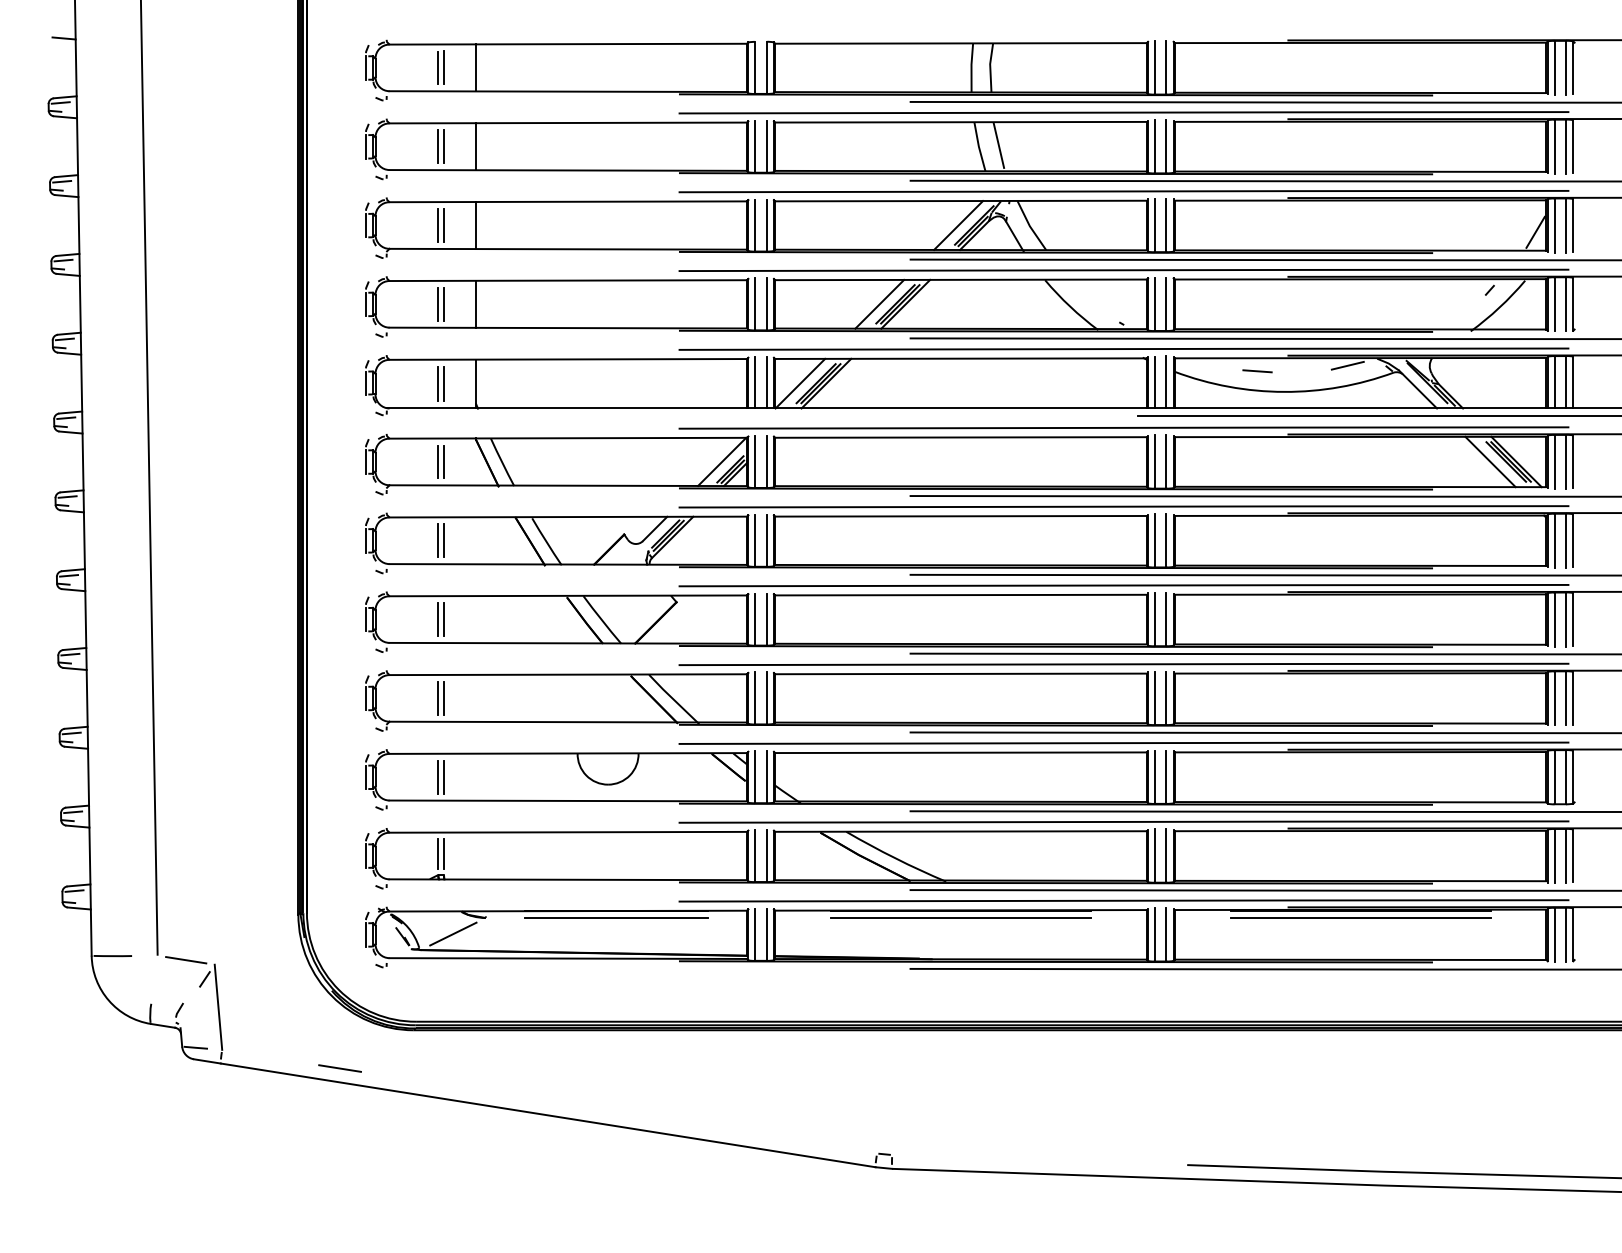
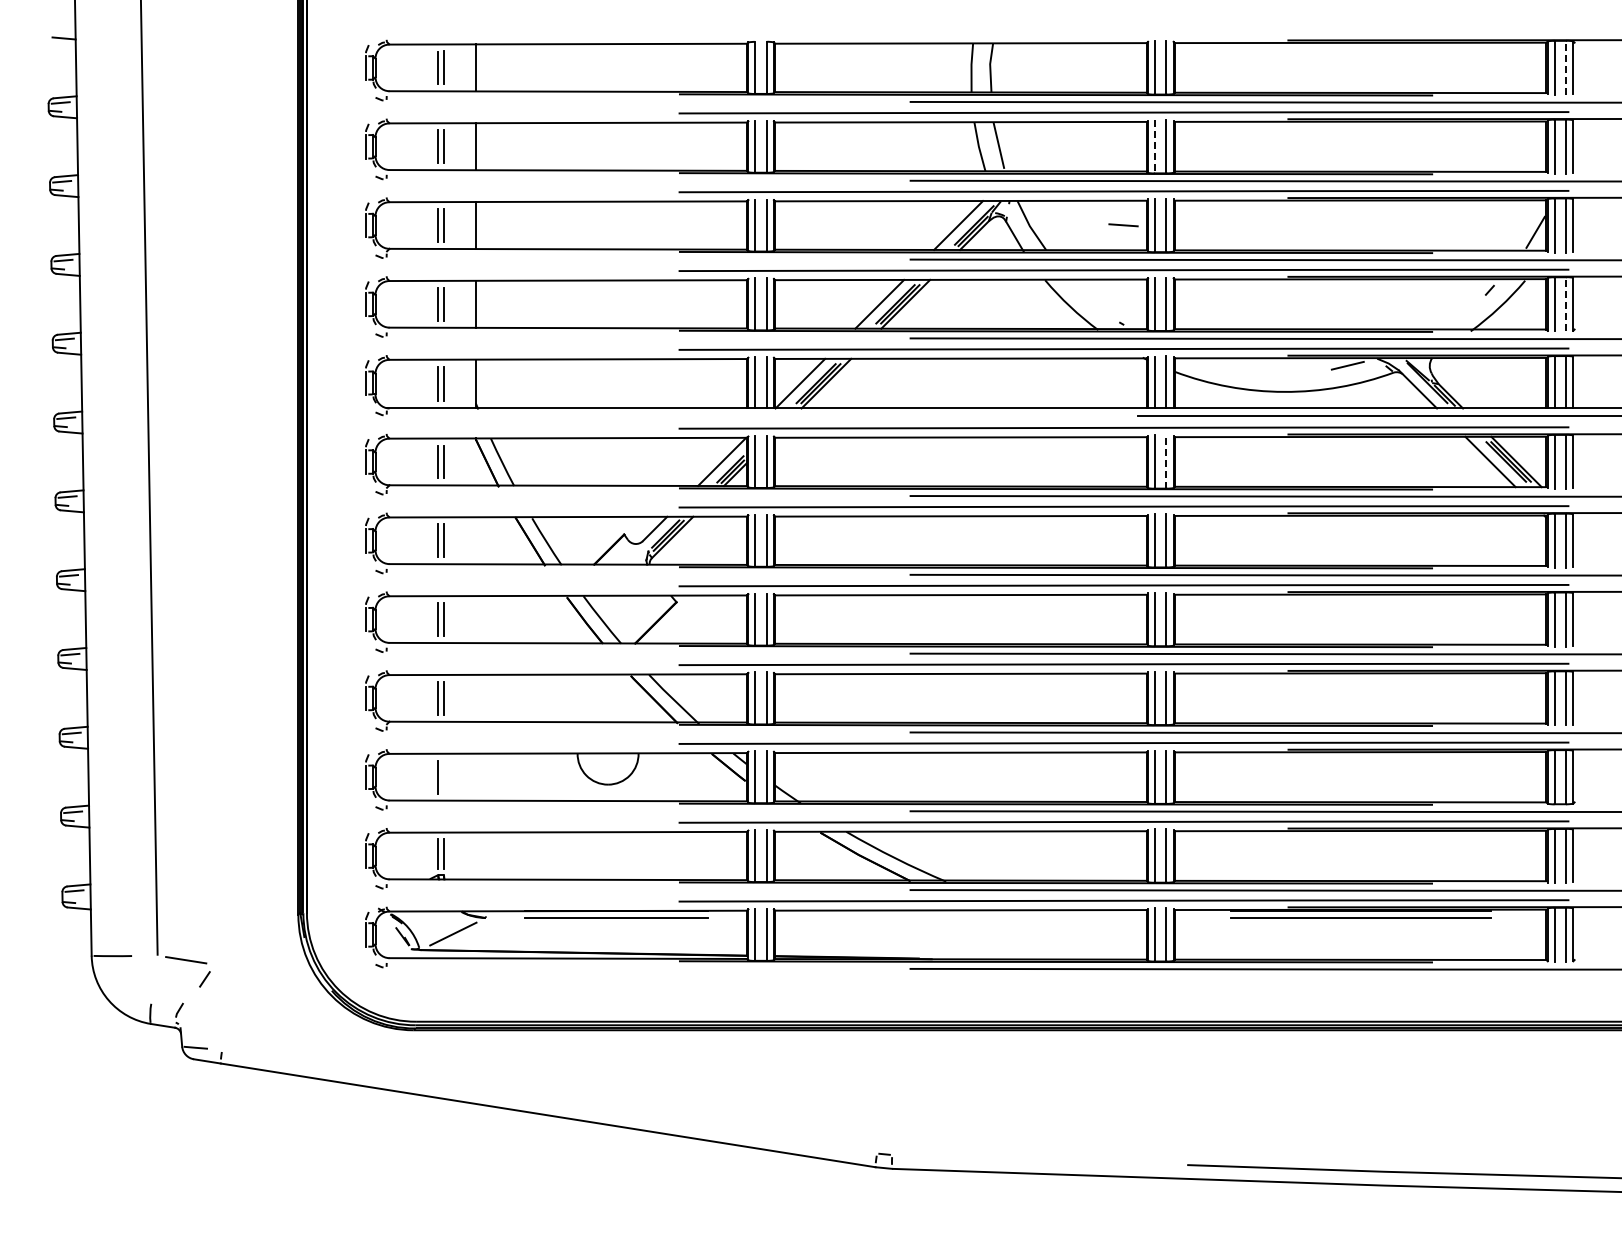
line at (1566, 67): solid -> dashed
line at (1154, 146): solid -> dashed
line at (1566, 303): solid -> dashed
line at (1257, 371) position: (1257, 371) -> (1123, 225)
line at (1166, 461): solid -> dashed
line at (443, 776): present -> none
line at (960, 911): present -> none
line at (960, 918): present -> none
line at (218, 1006): present -> none
line at (339, 1068): present -> none
